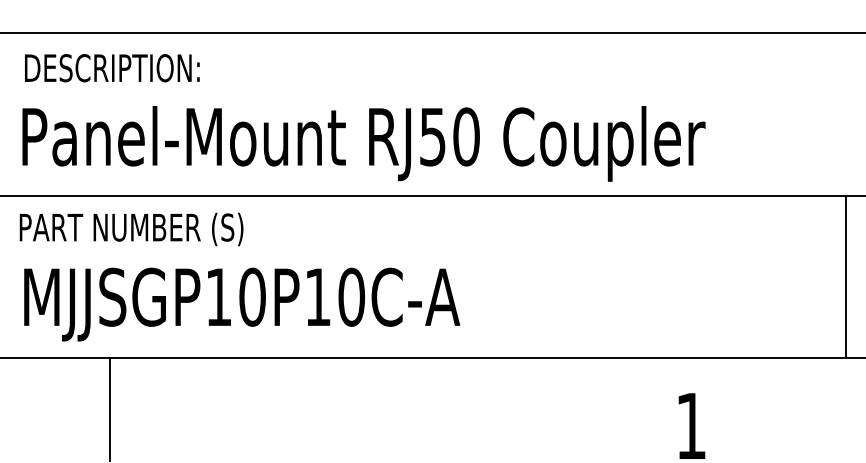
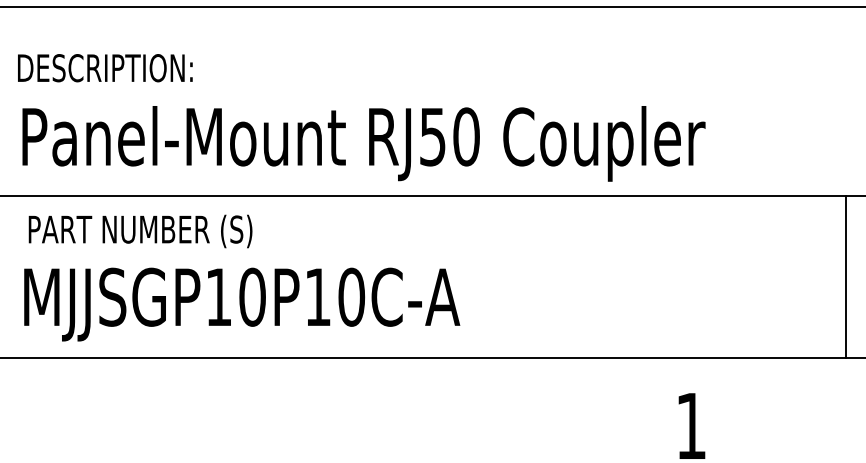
line at (432, 33) position: (432, 33) -> (432, 7)
text at (112, 68) position: (112, 68) -> (105, 68)
text at (131, 229) position: (131, 229) -> (140, 231)
line at (109, 408): present -> none
